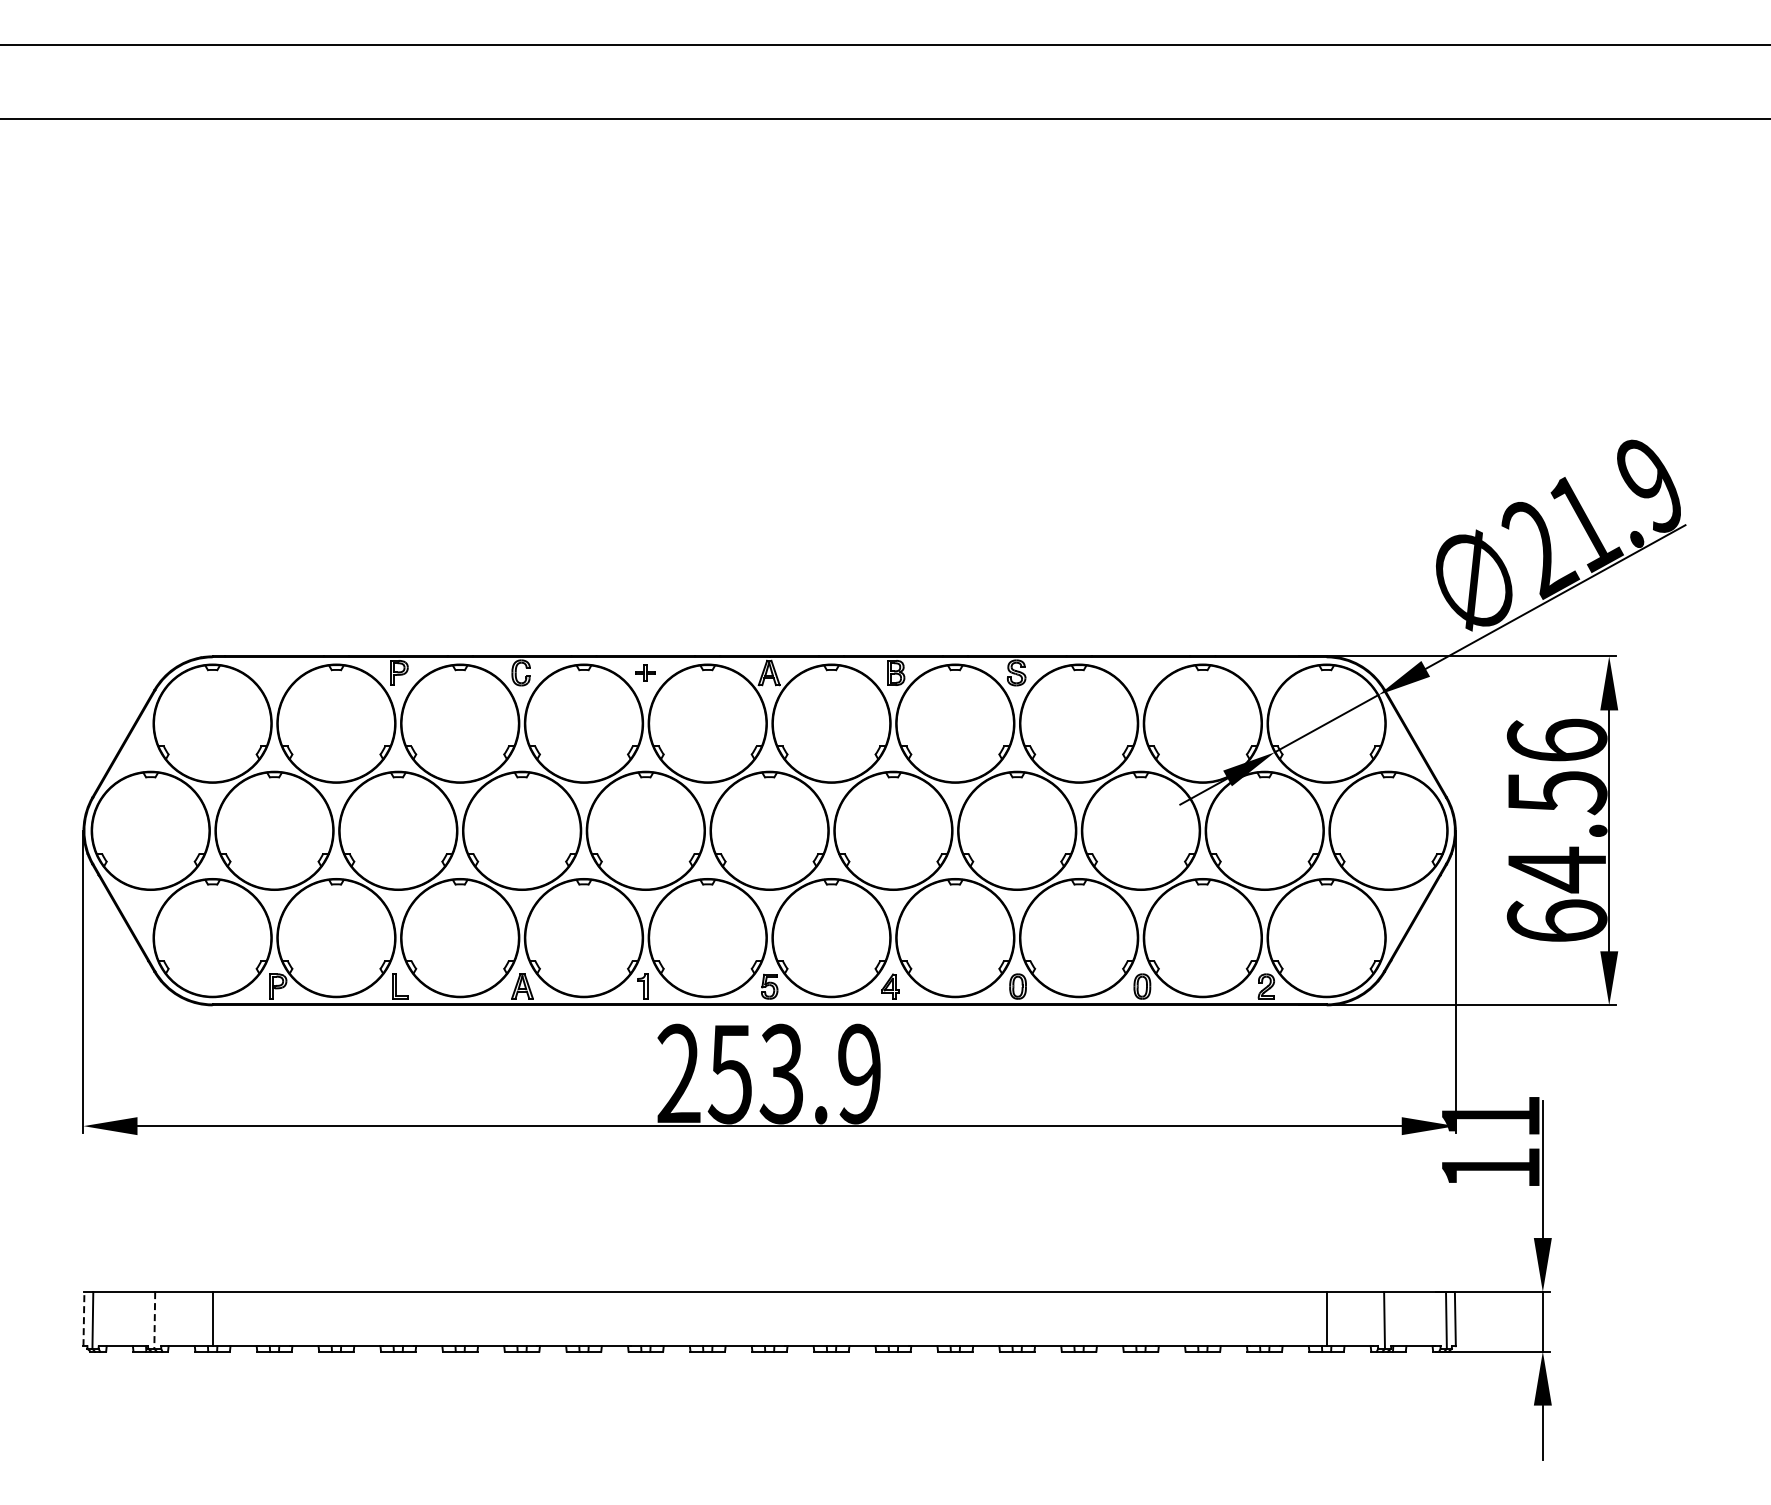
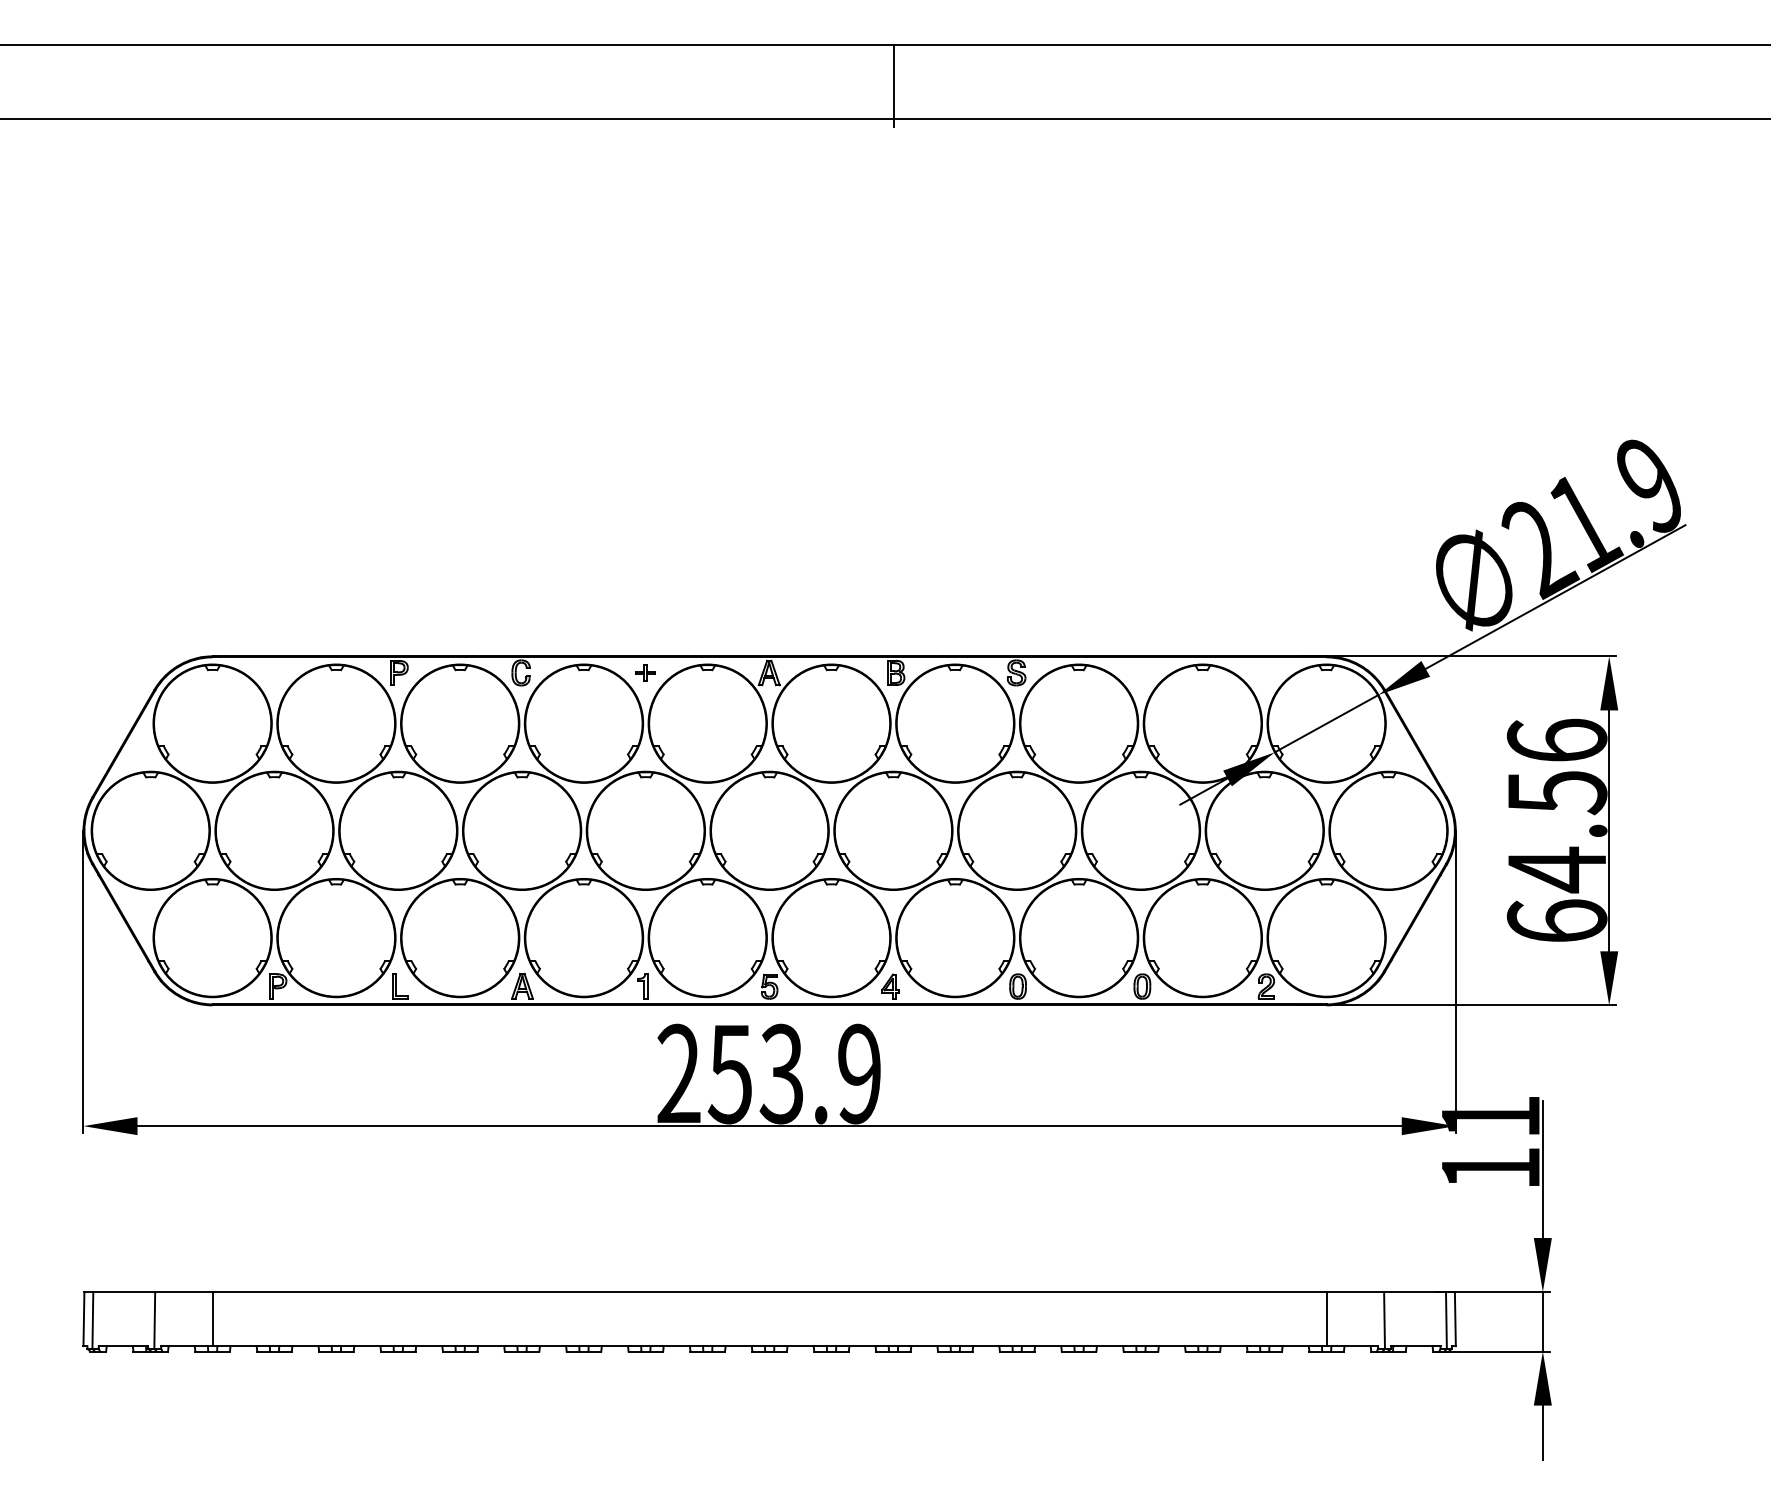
line at (893, 86): none -> present
line at (83, 1318): dashed -> solid
line at (154, 1320): dashed -> solid
